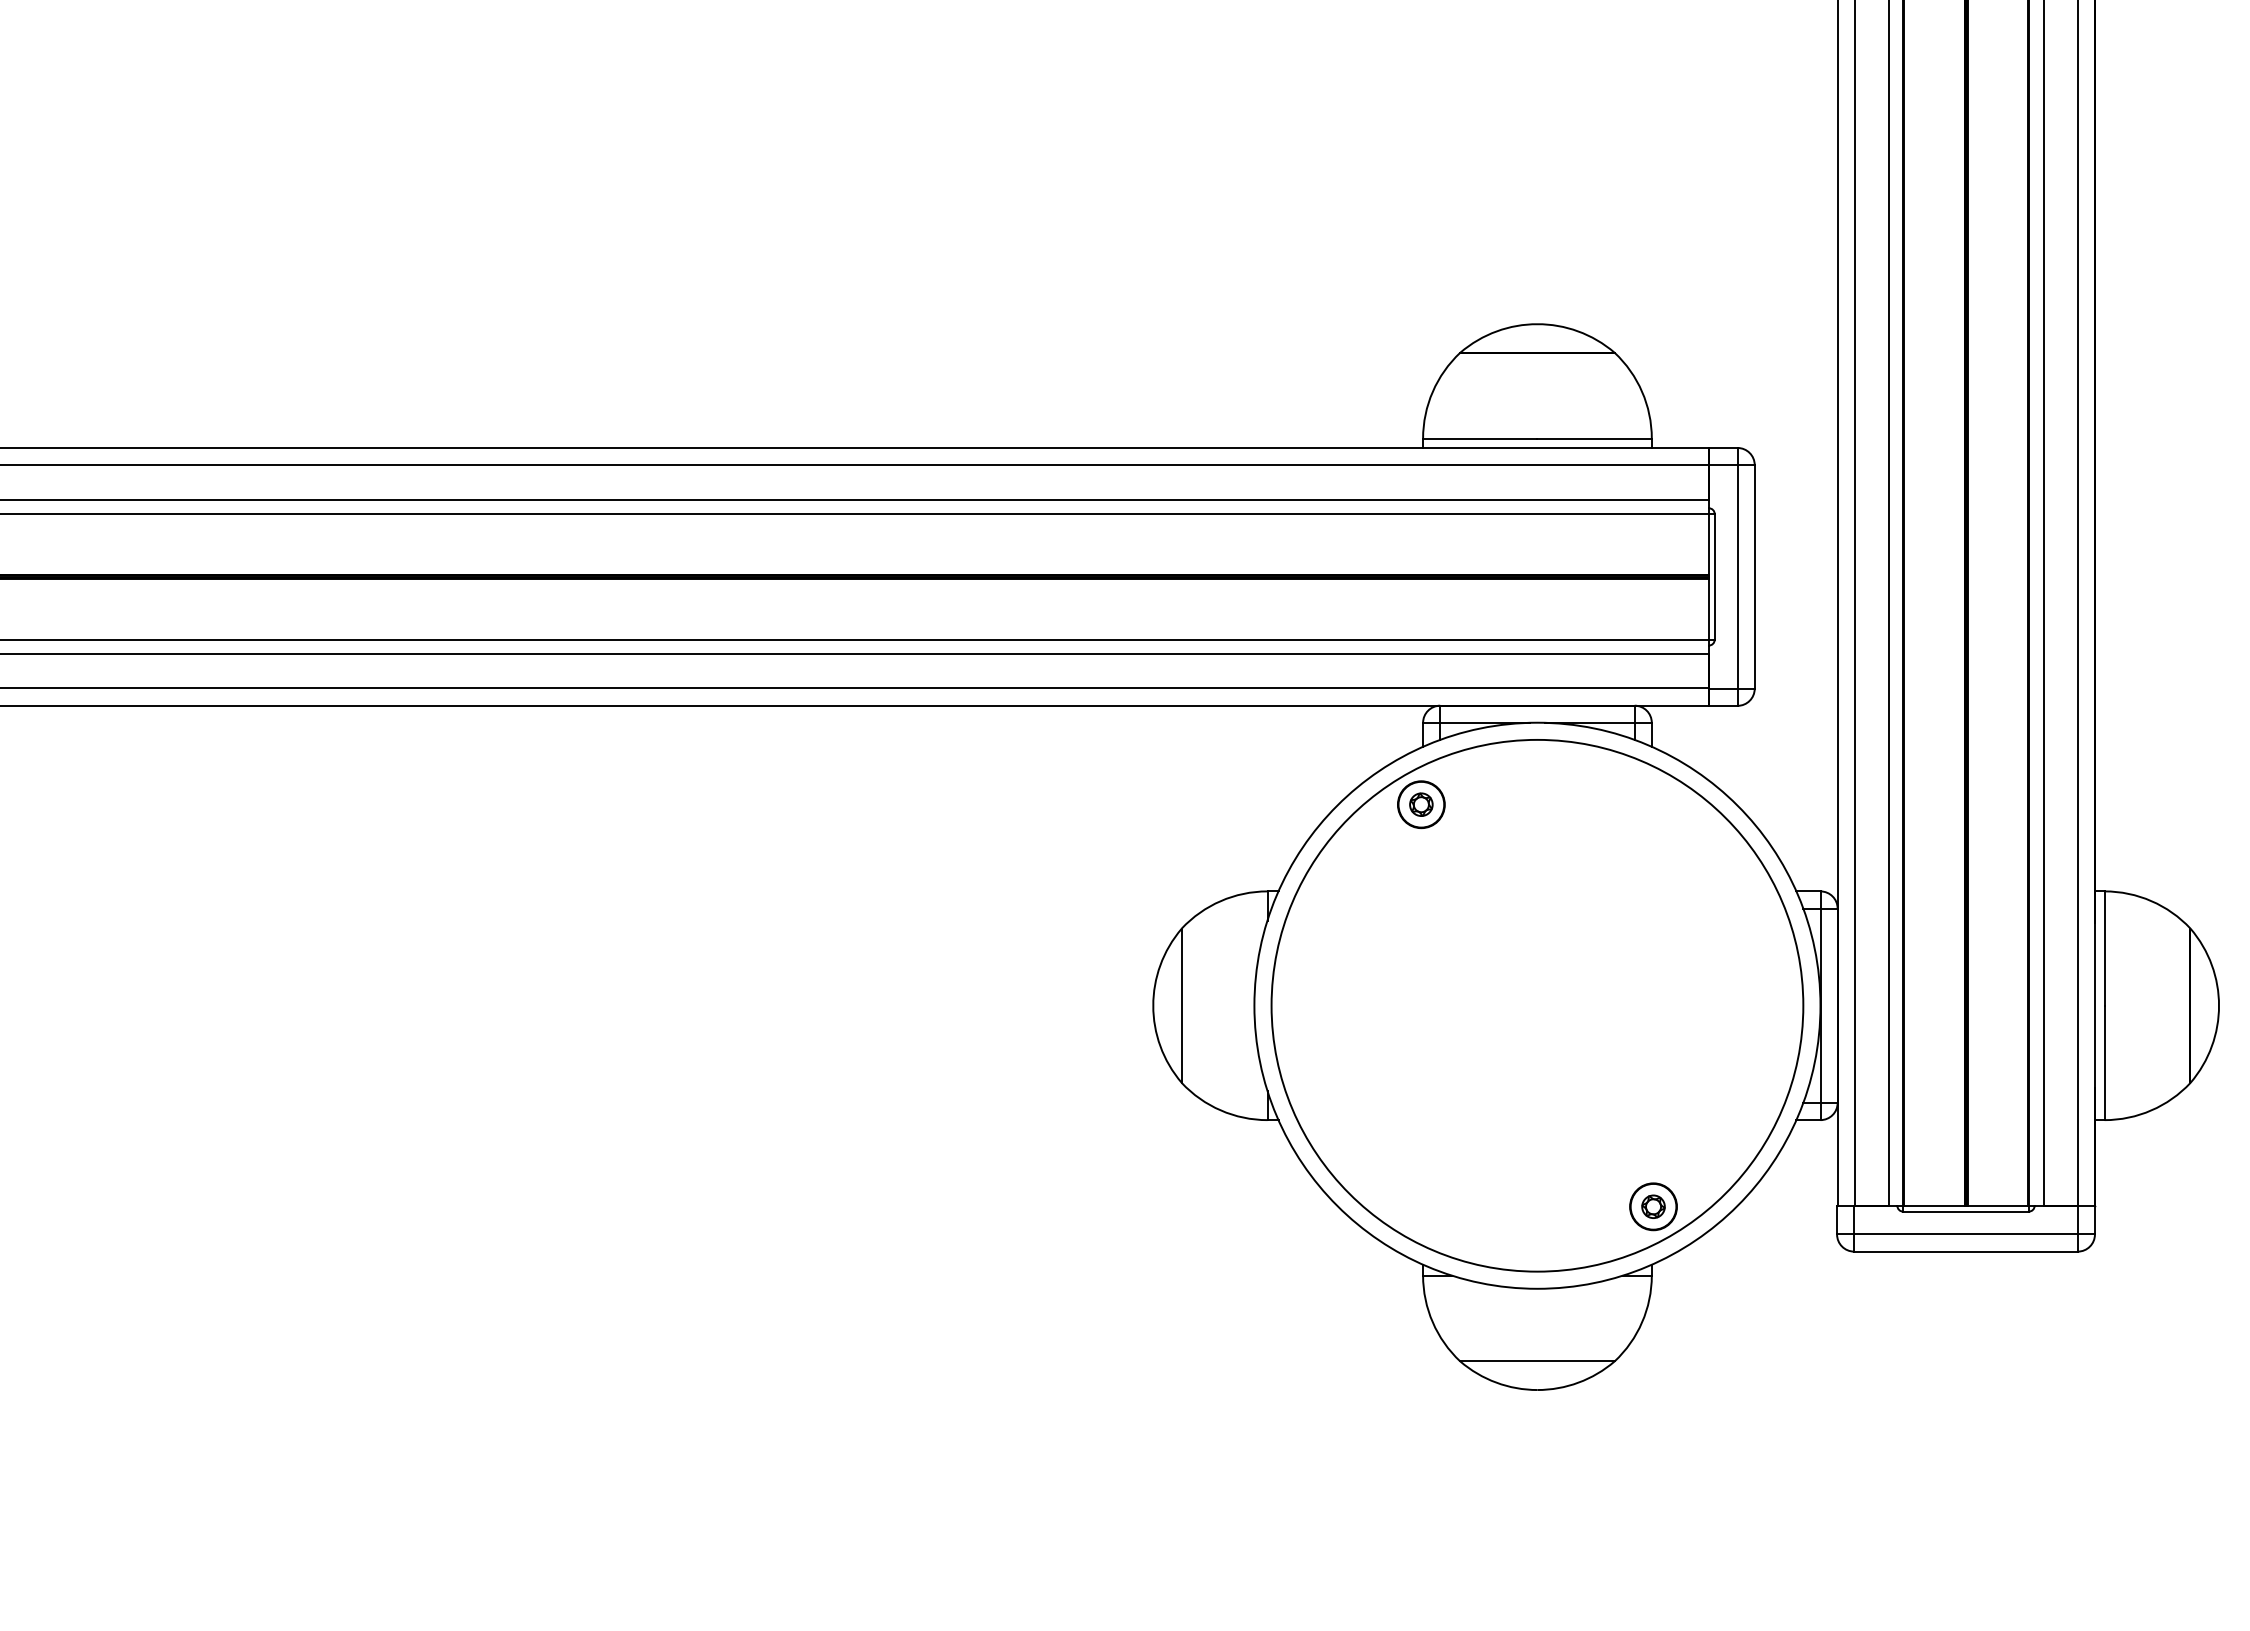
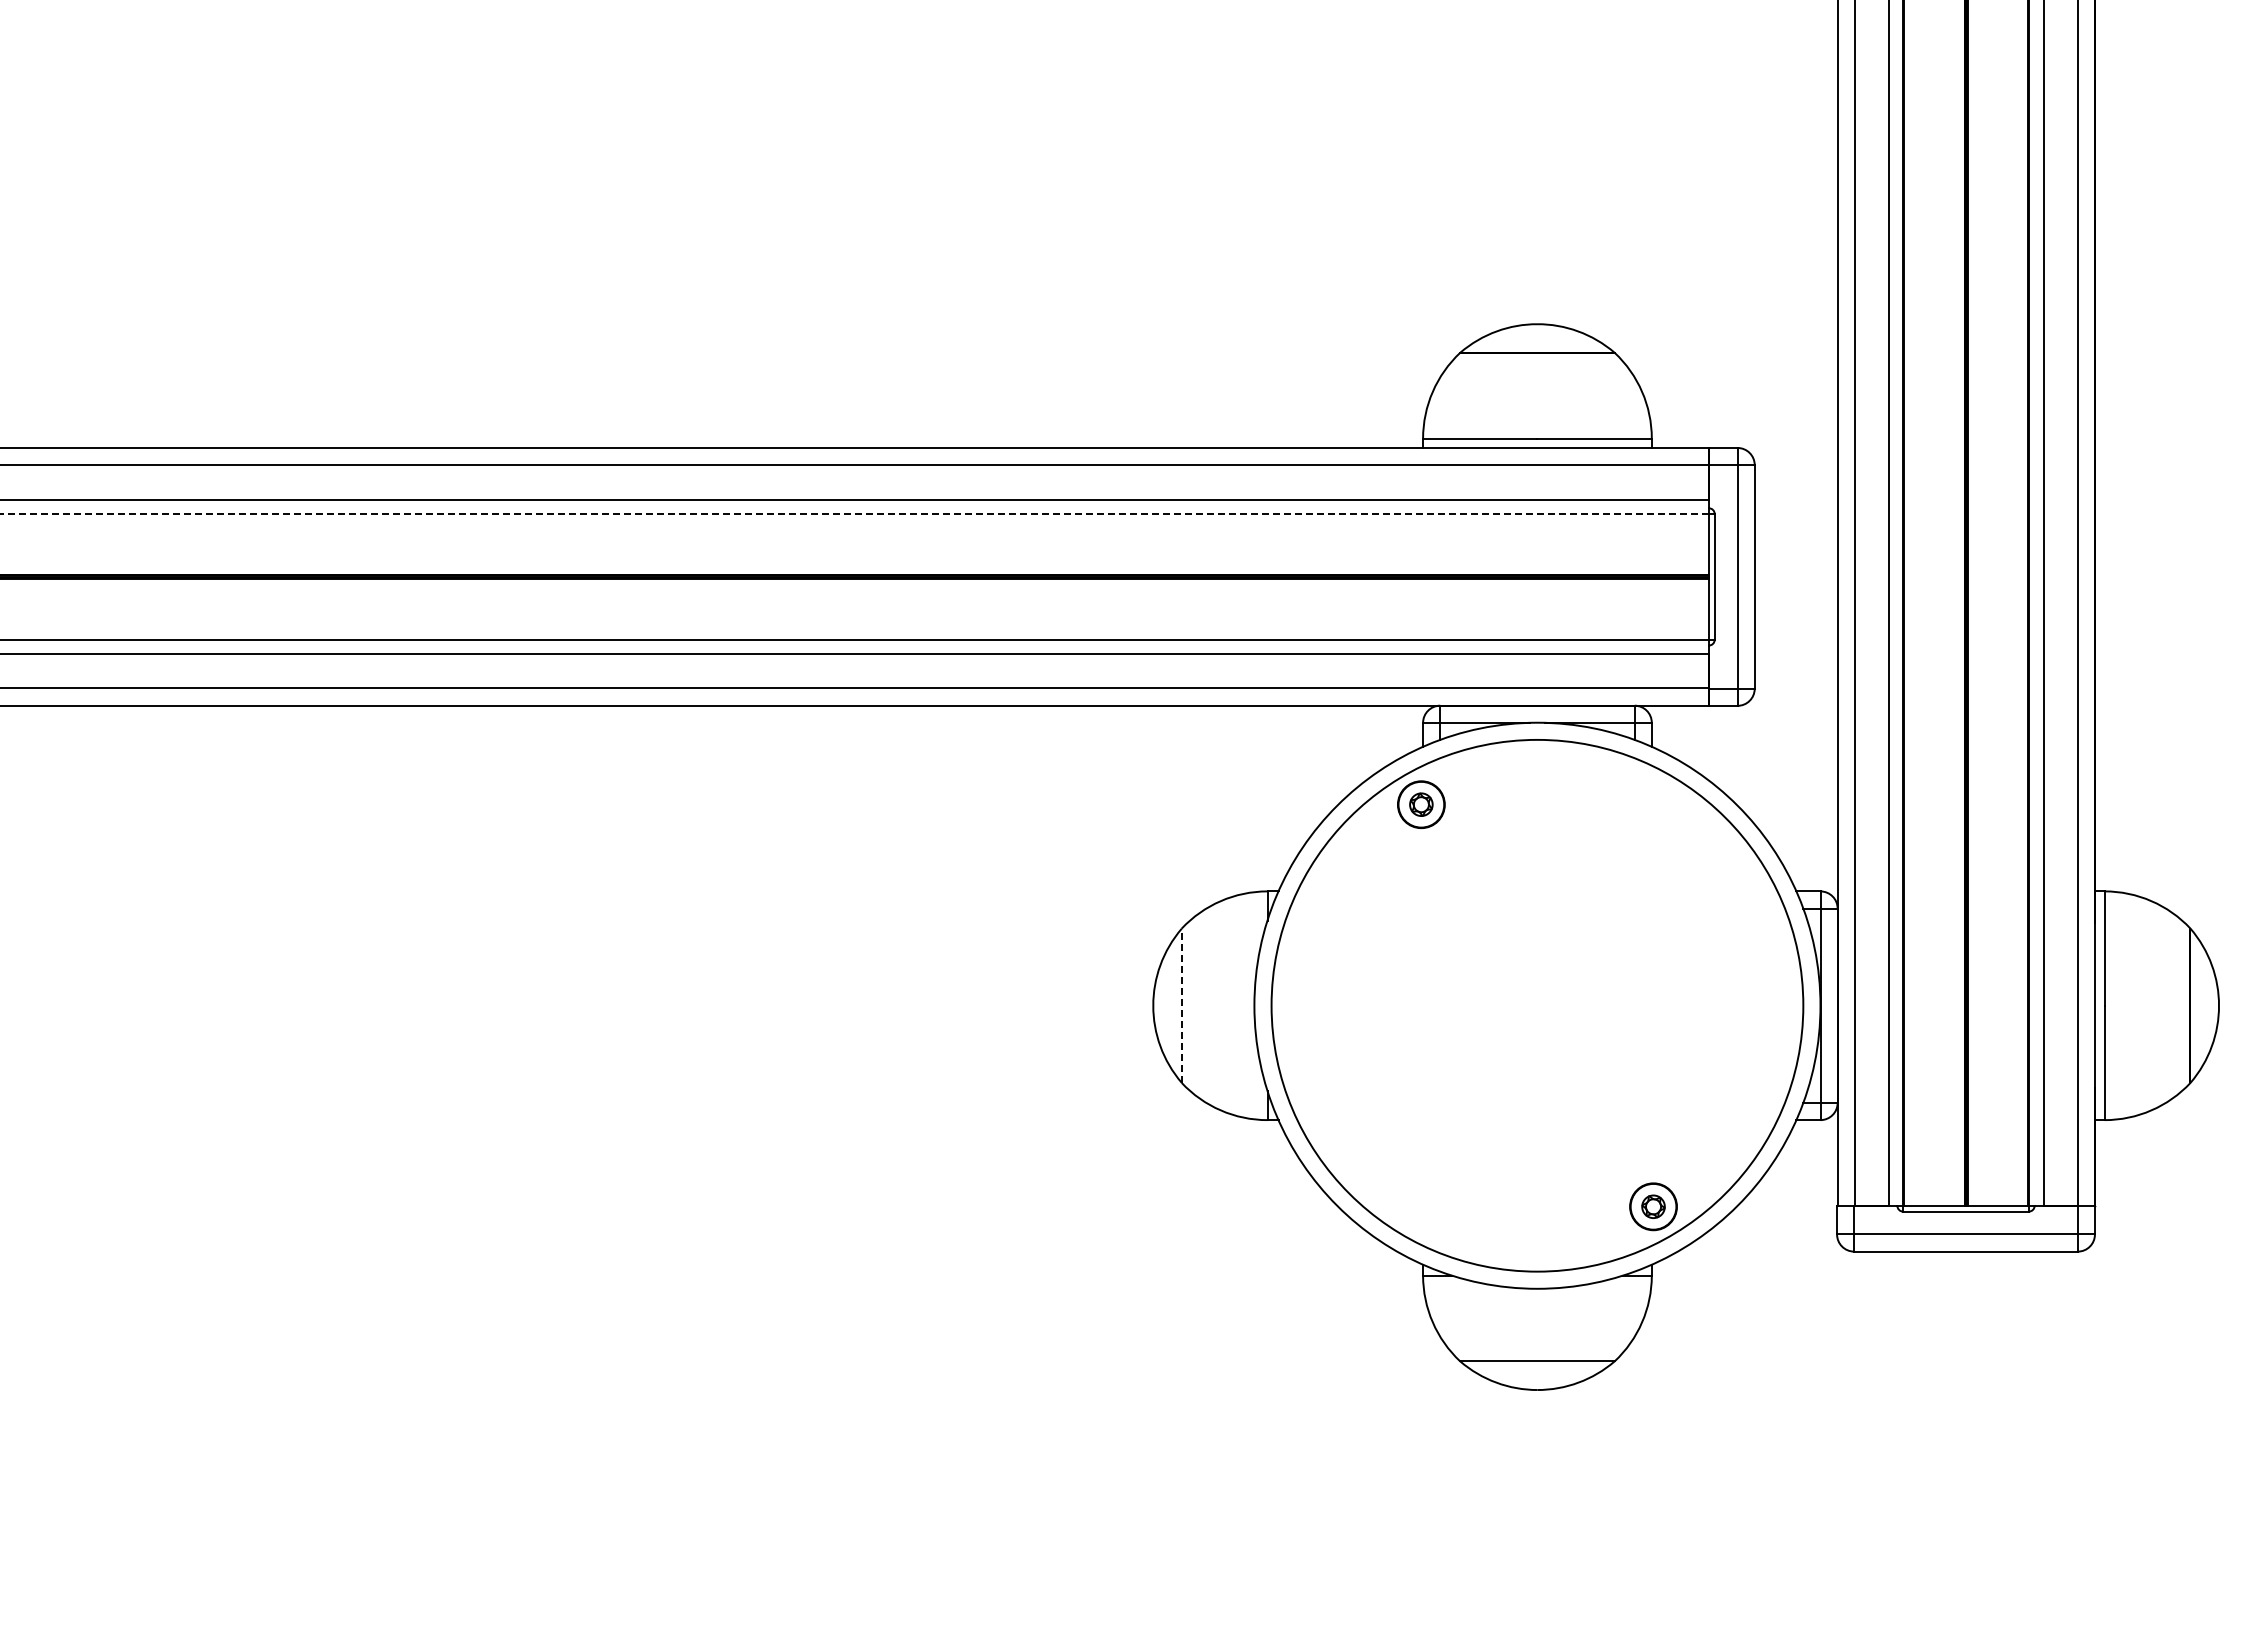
line at (854, 513): solid -> dashed
line at (1181, 1005): solid -> dashed
